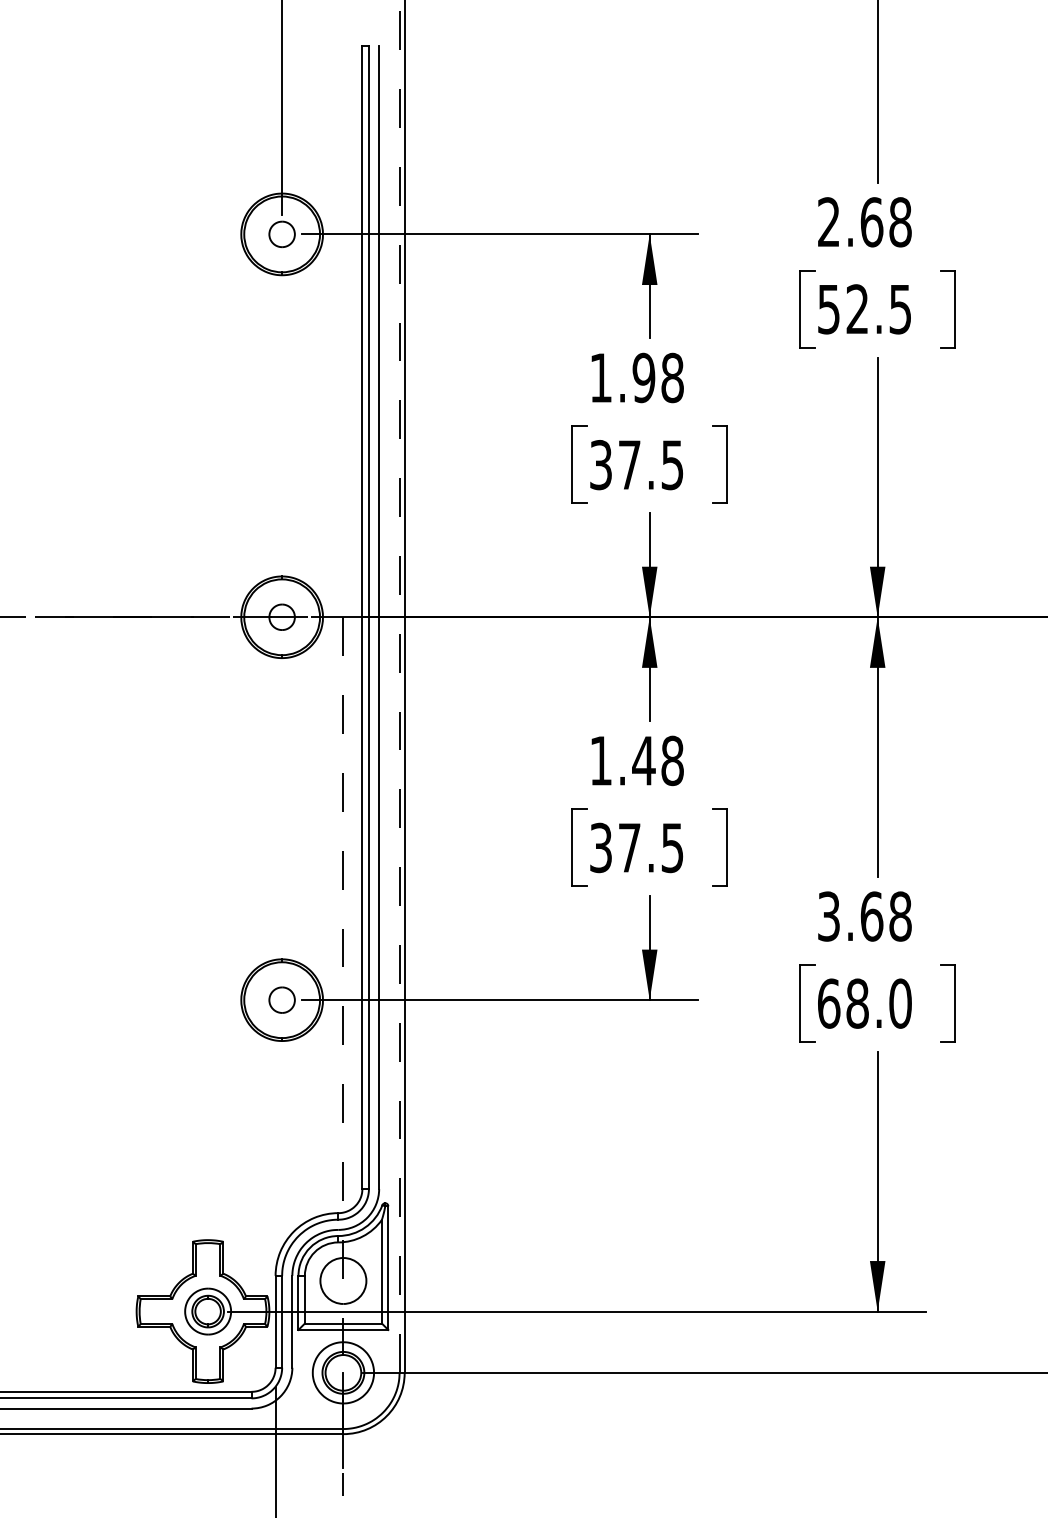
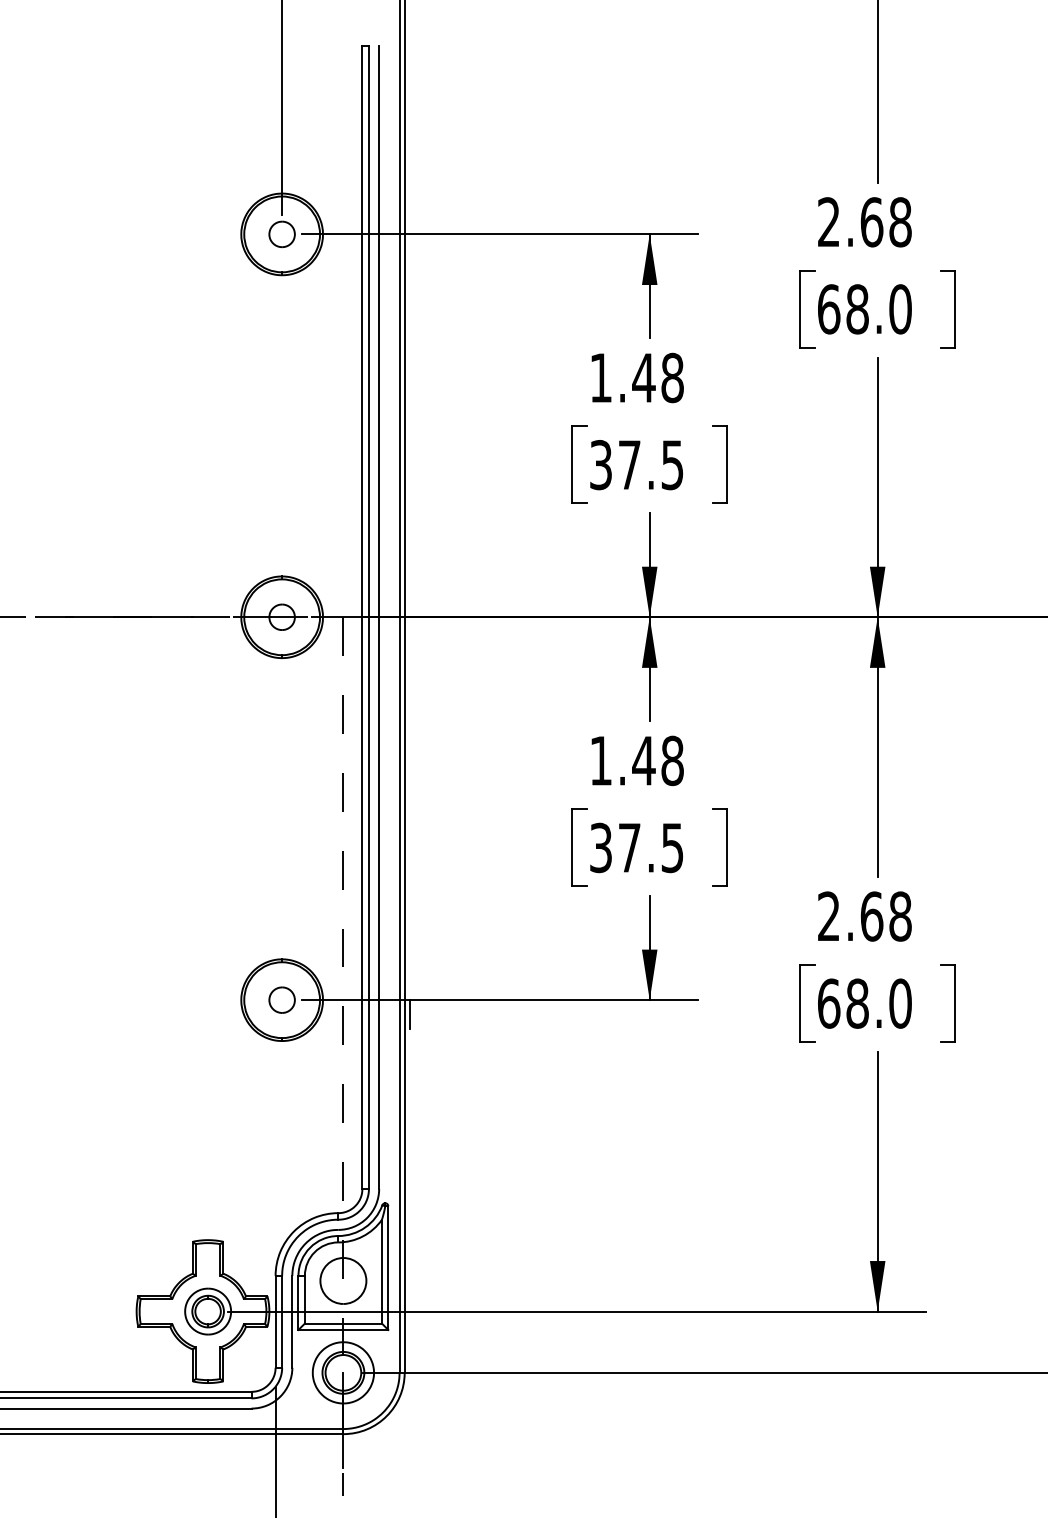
text at (864, 309): 52.5 -> 68.0
text at (643, 377): 1.98 -> 1.48
line at (399, 686): dashed -> solid
text at (828, 916): 3.68 -> 2.68
line at (409, 1014): none -> present
